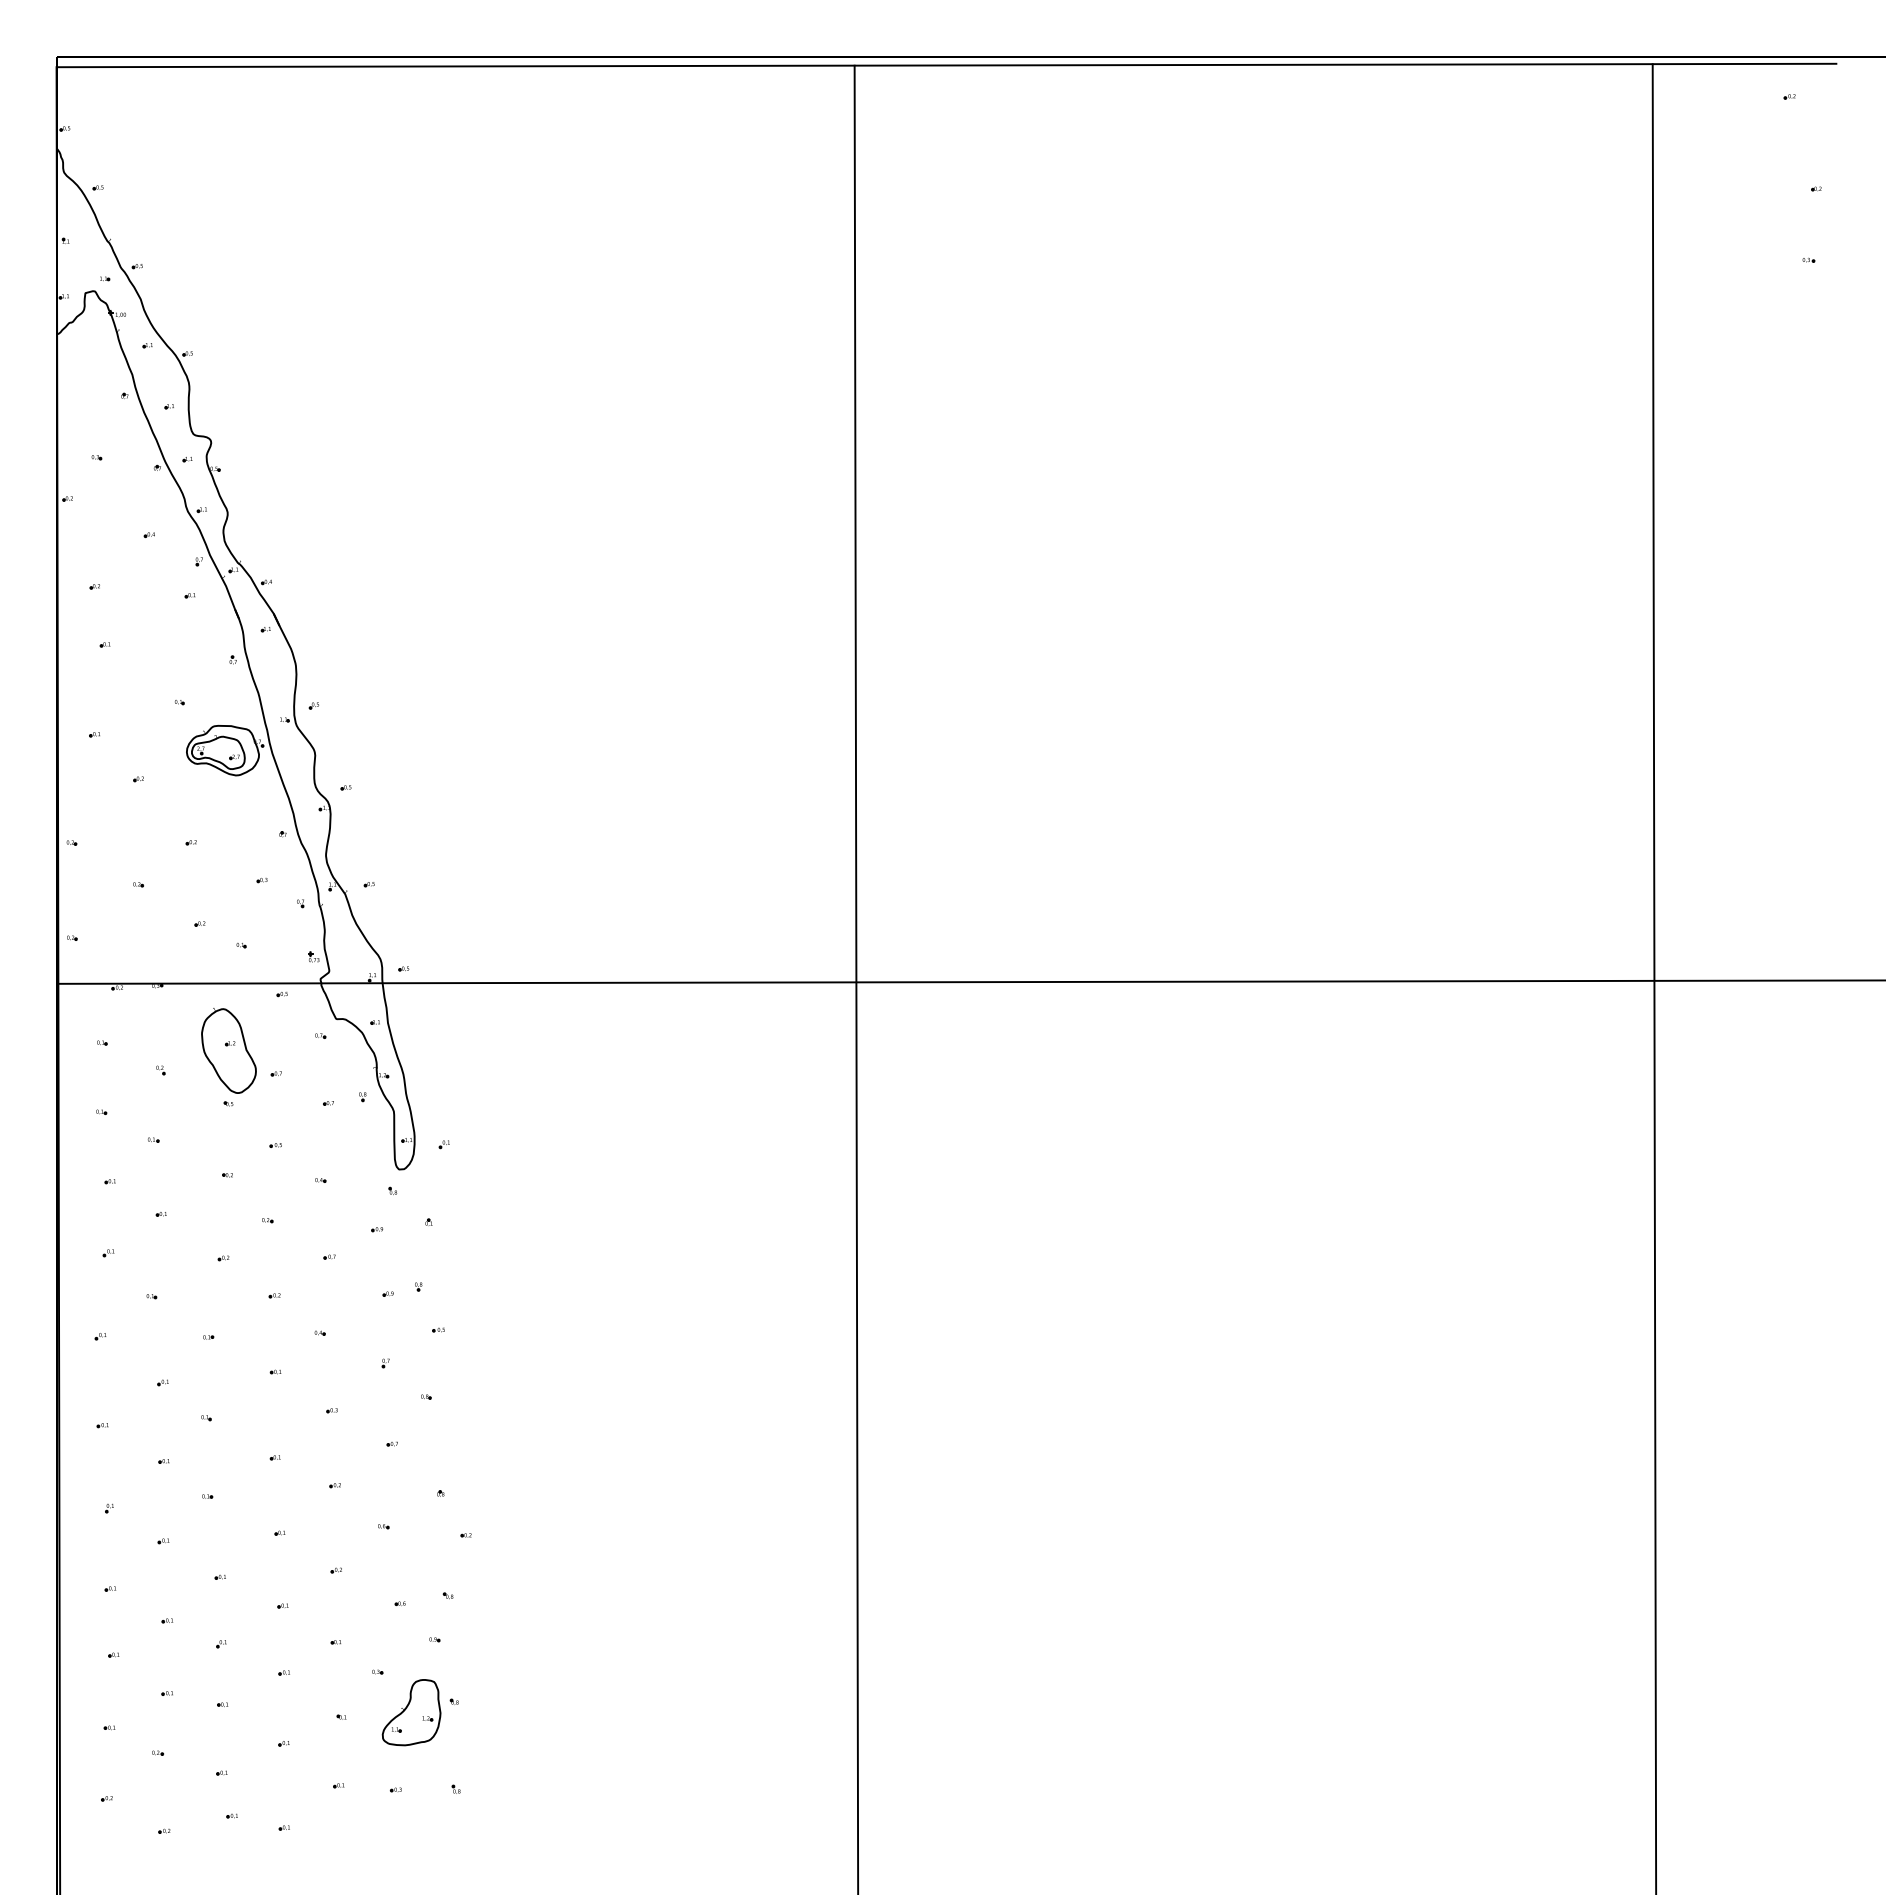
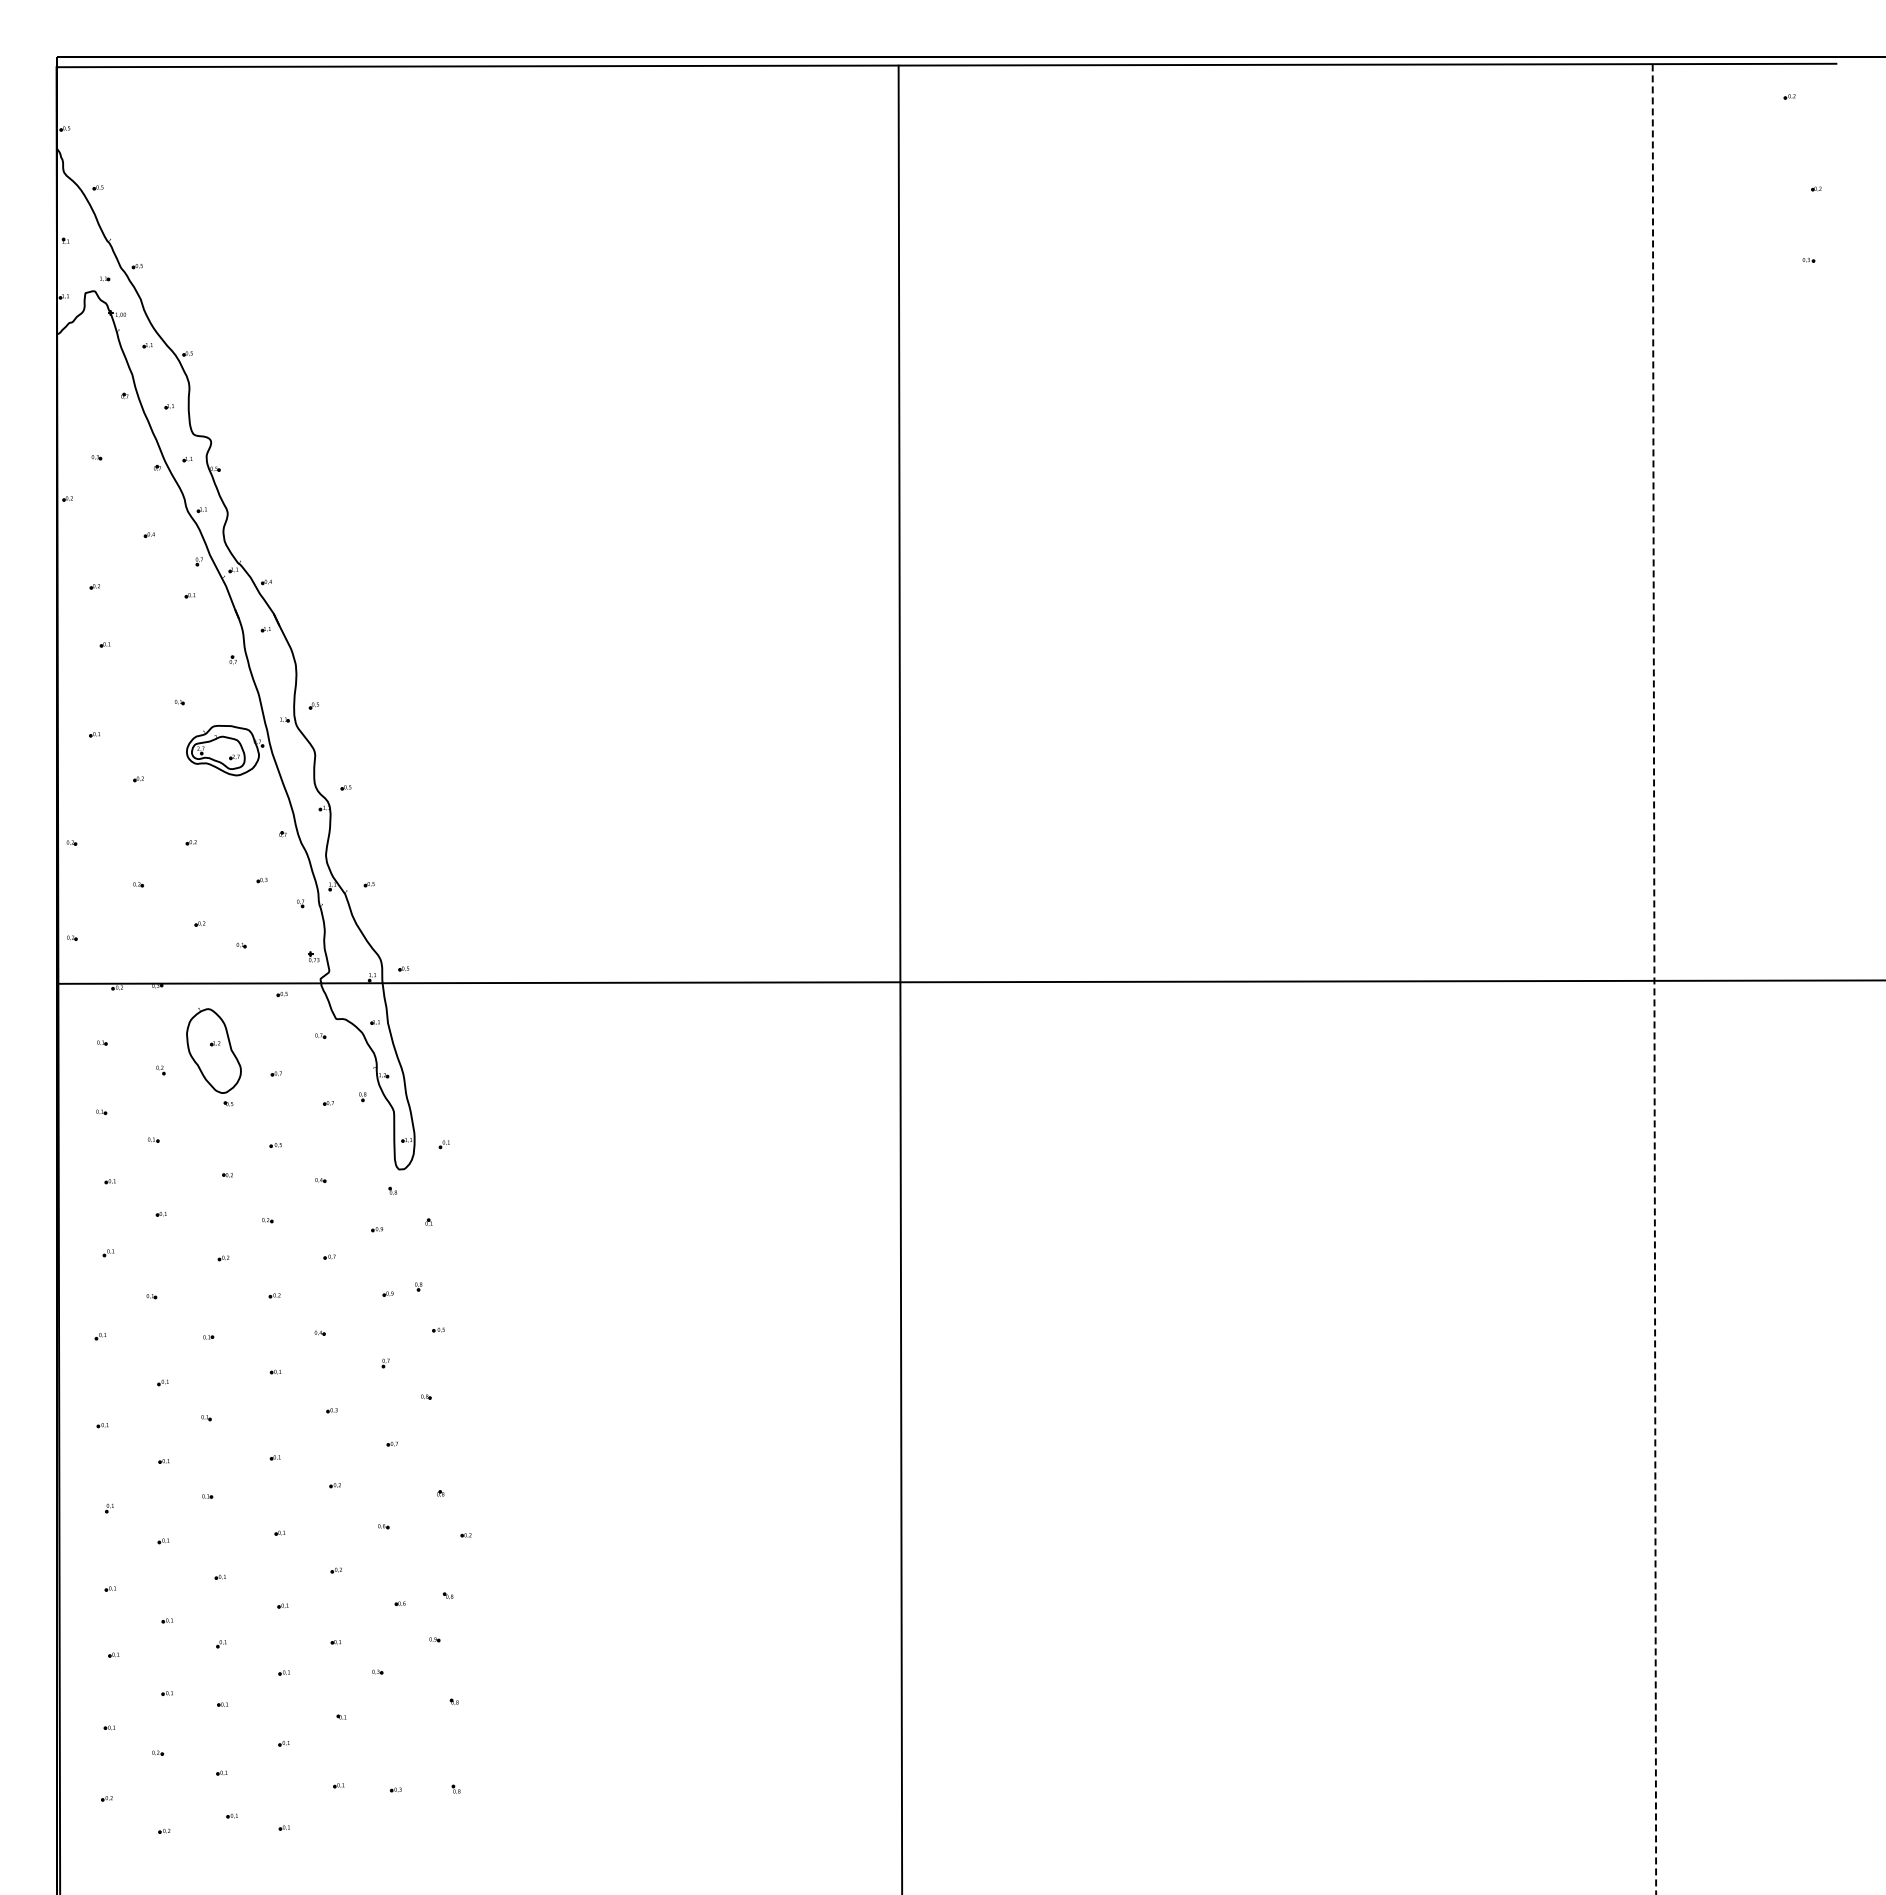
line at (856, 978) position: (856, 978) -> (900, 978)
line at (1654, 979): solid -> dashed
part at (228, 1050) position: (228, 1050) -> (213, 1050)
part at (411, 1712): present -> none
